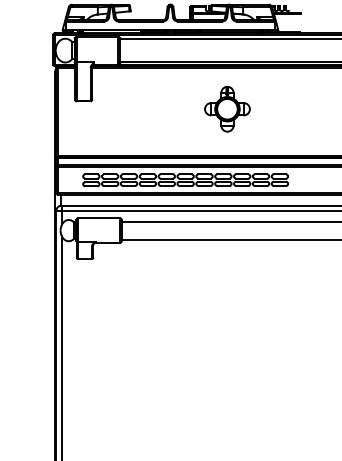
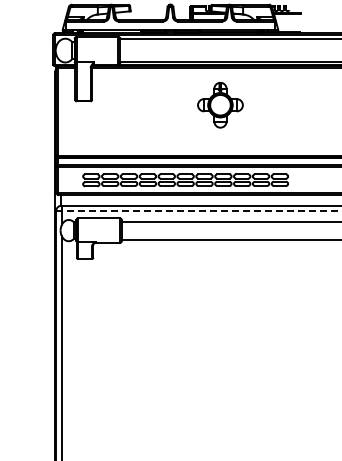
part at (227, 109) position: (227, 109) -> (220, 105)
line at (198, 211): solid -> dashed
